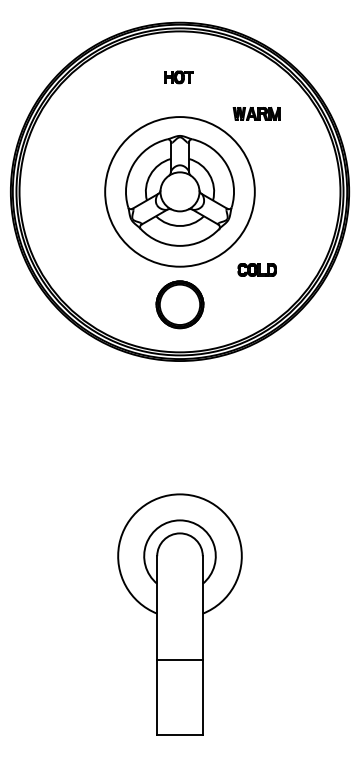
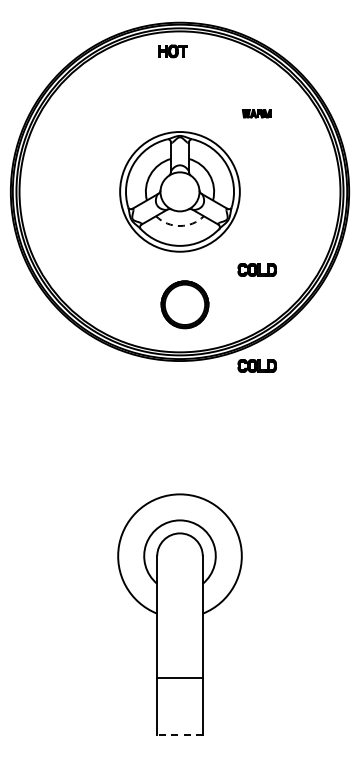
part at (178, 77) position: (178, 77) -> (172, 51)
part at (256, 113) size: 49x14 px -> 30x10 px
circle at (179, 191) diameter: 150 px -> 120 px
arc at (180, 226): solid -> dashed
part at (179, 304) position: (179, 304) -> (184, 304)
part at (256, 365): none -> present
line at (179, 660) position: (179, 660) -> (179, 678)
line at (179, 735): solid -> dashed
